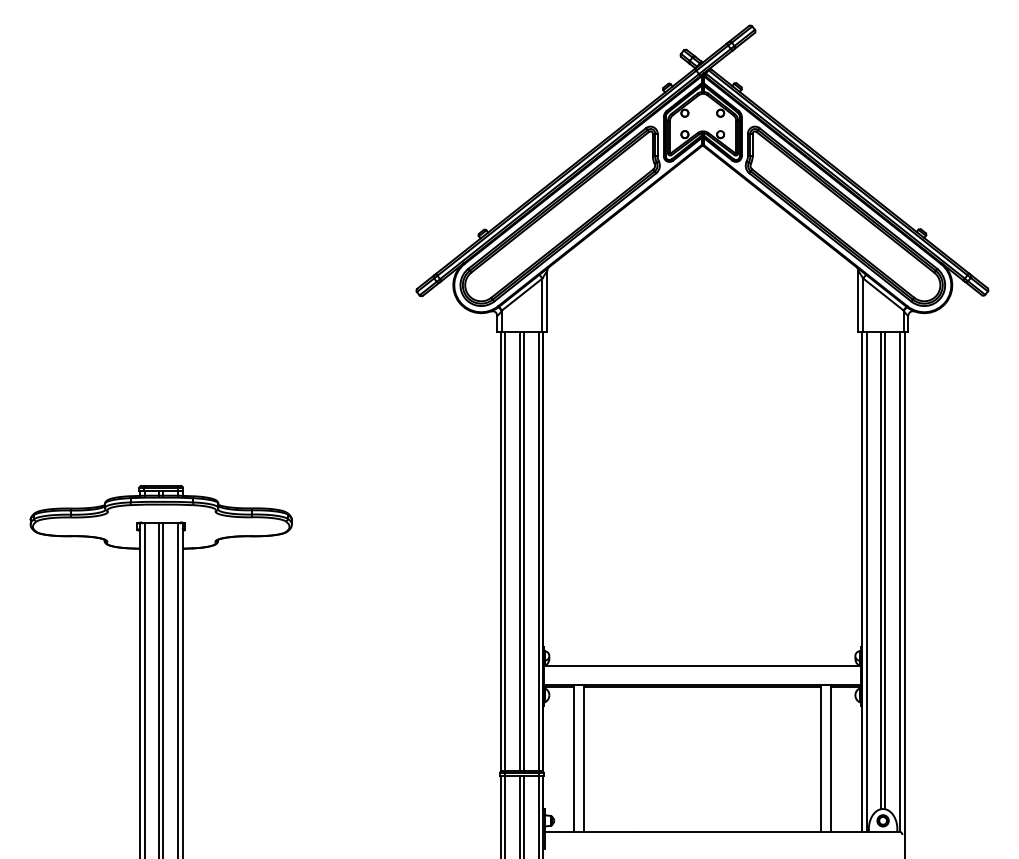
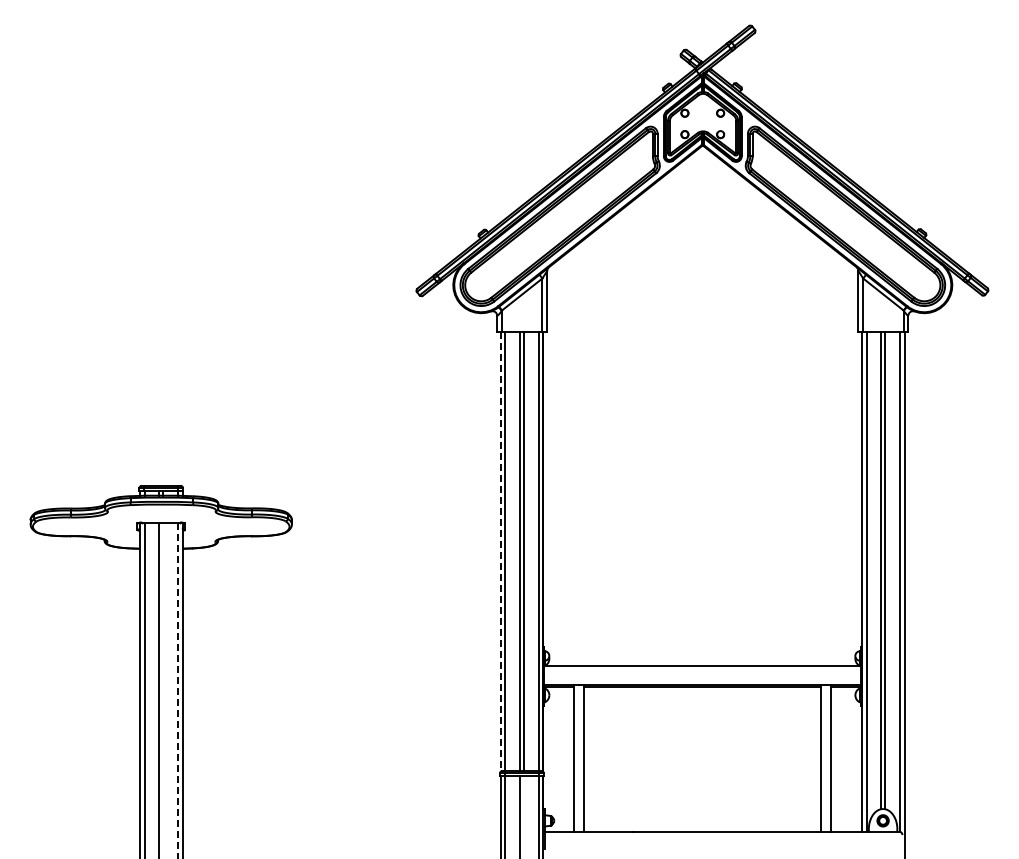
line at (500, 552): solid -> dashed
line at (163, 688): present -> none
line at (177, 691): solid -> dashed
line at (523, 815): present -> none
